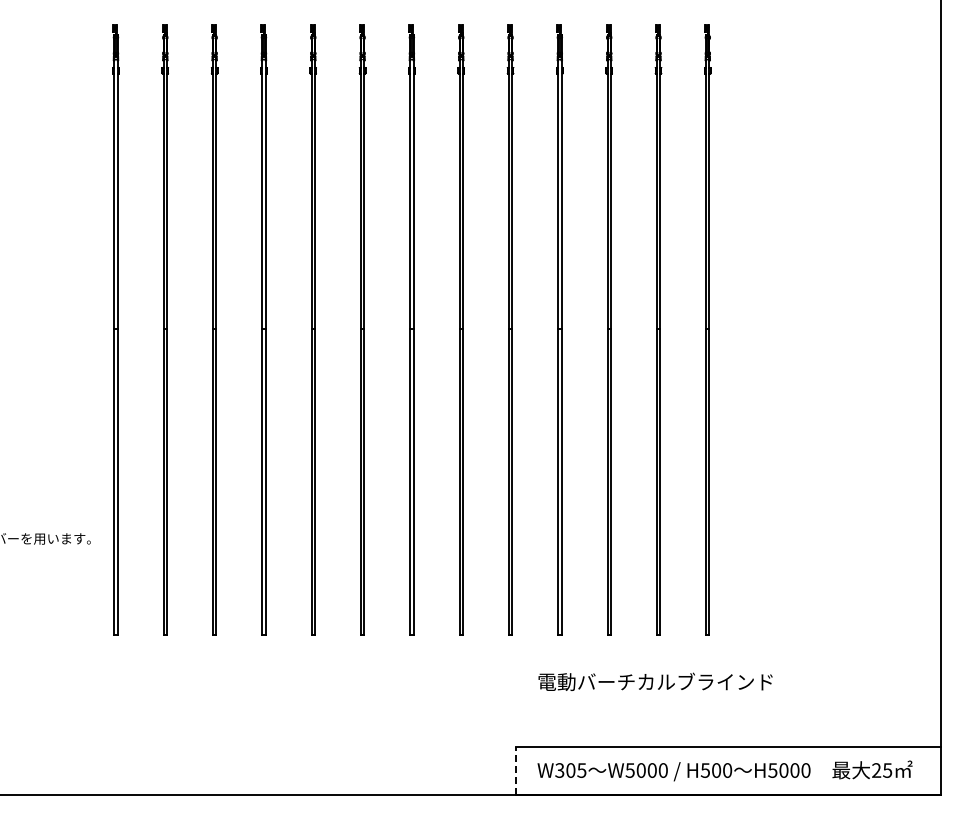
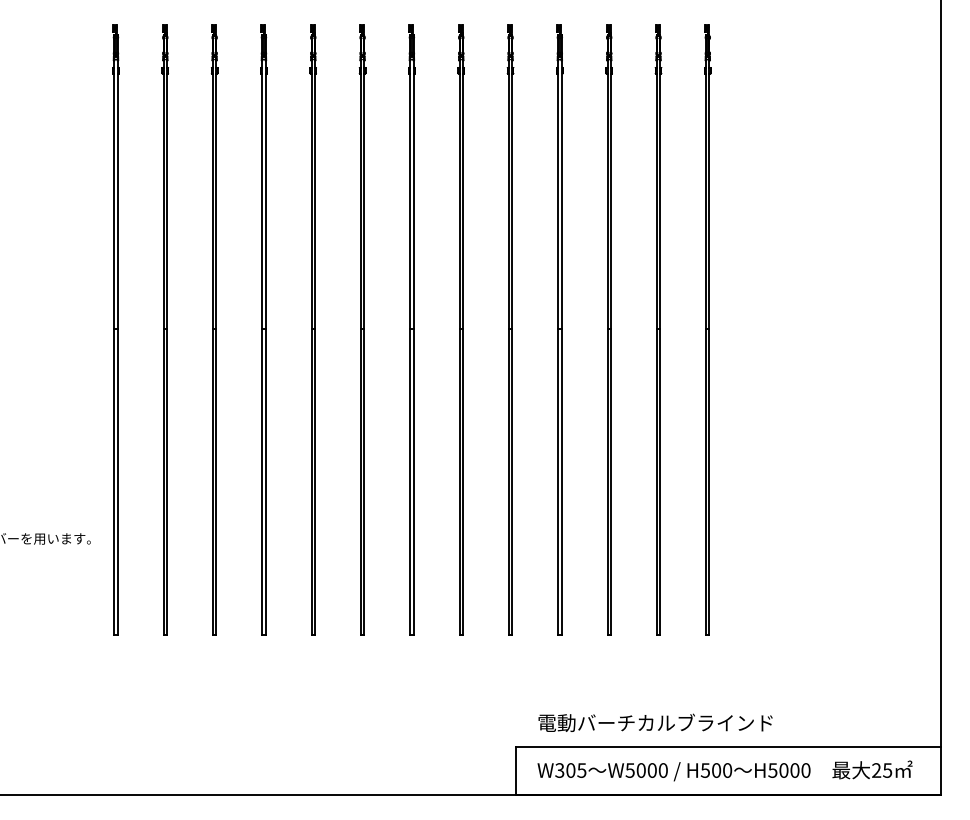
text at (655, 681) position: (655, 681) -> (655, 722)
line at (516, 770): dashed -> solid
